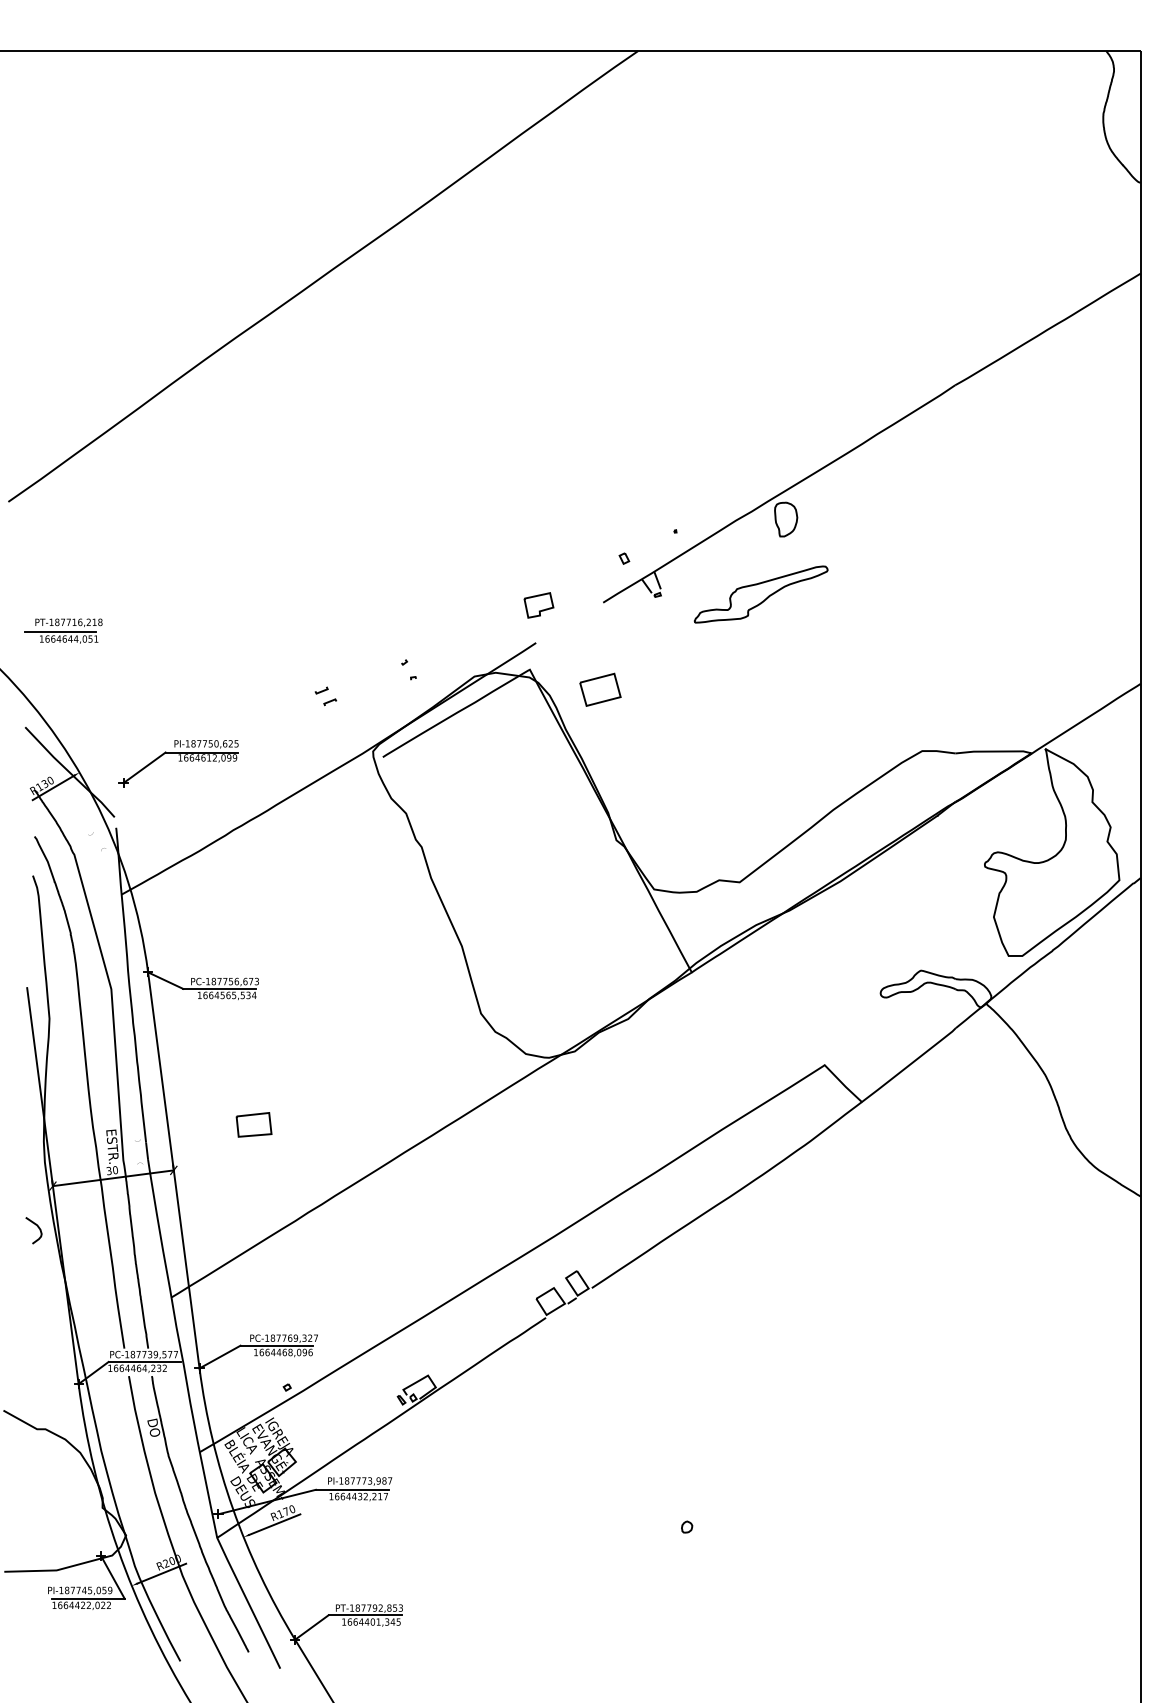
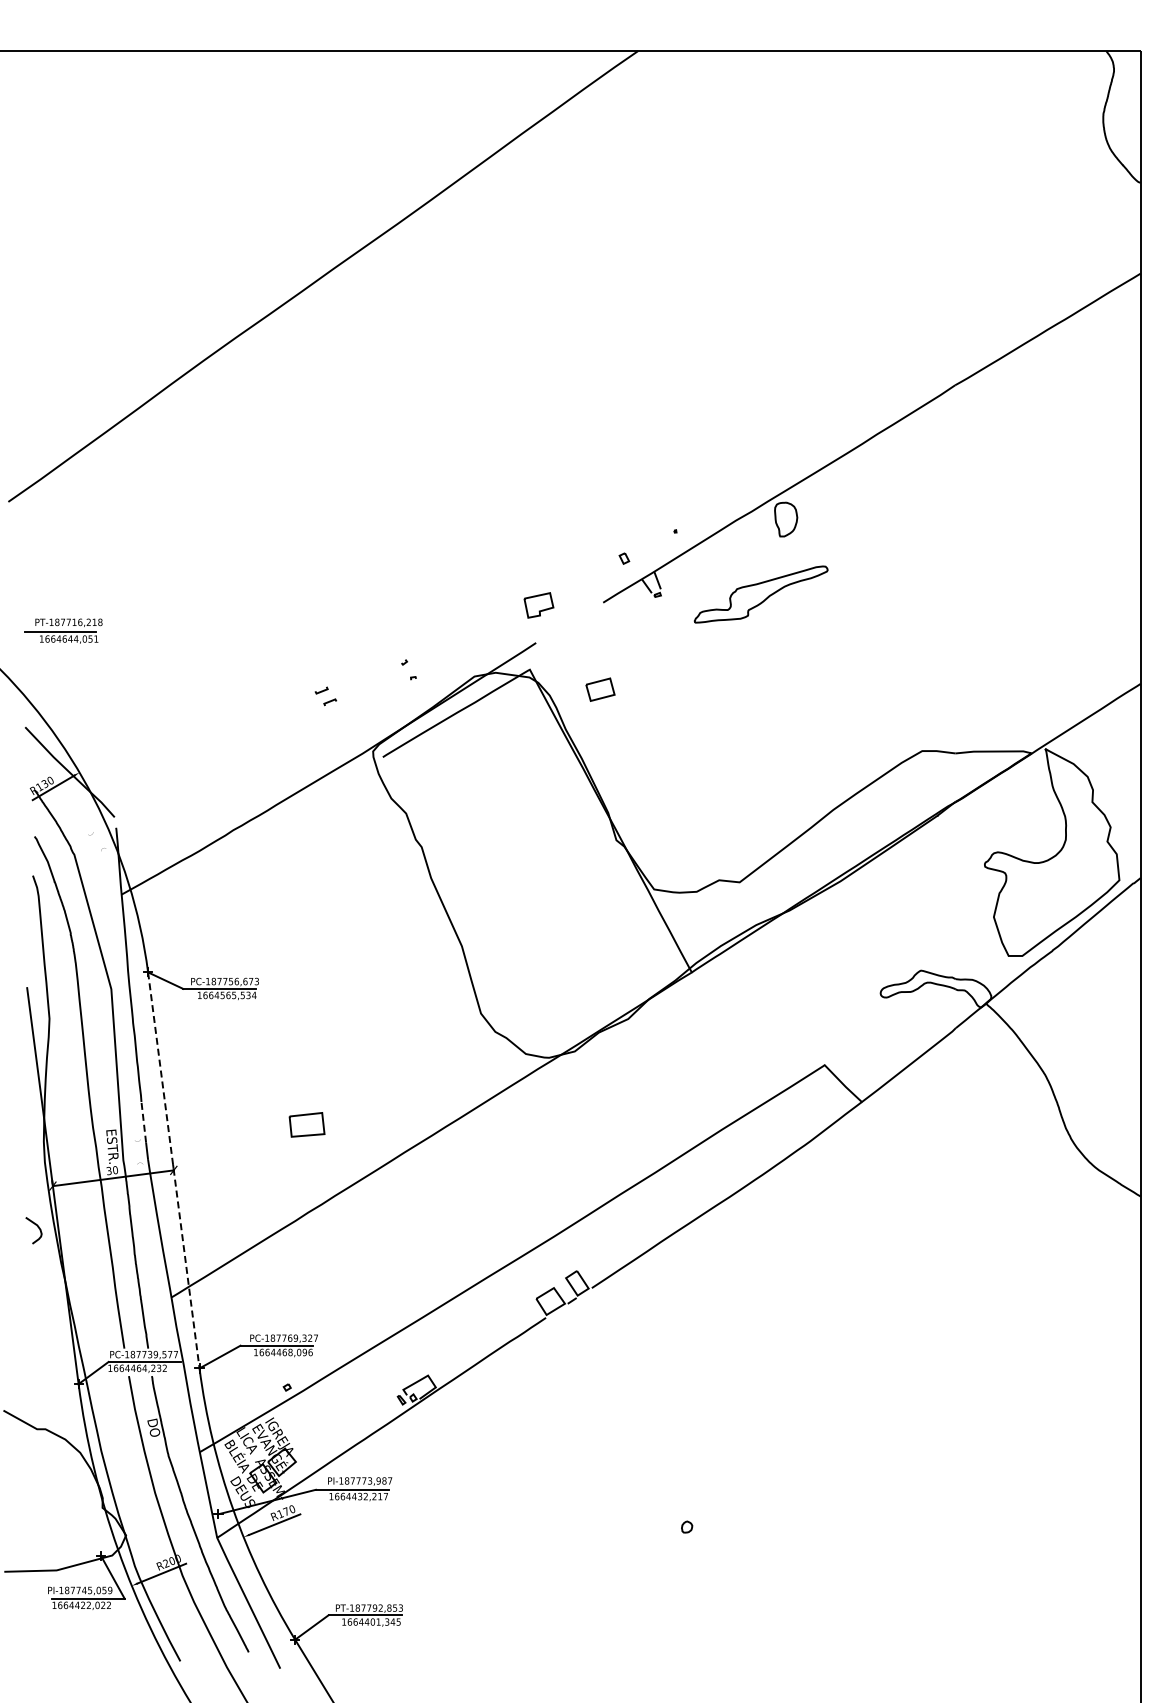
part at (600, 689) size: 43x35 px -> 31x25 px
part at (178, 763): present -> none
line at (143, 1121): solid -> dashed
part at (253, 1124) position: (253, 1124) -> (306, 1124)
line at (173, 1170): solid -> dashed
